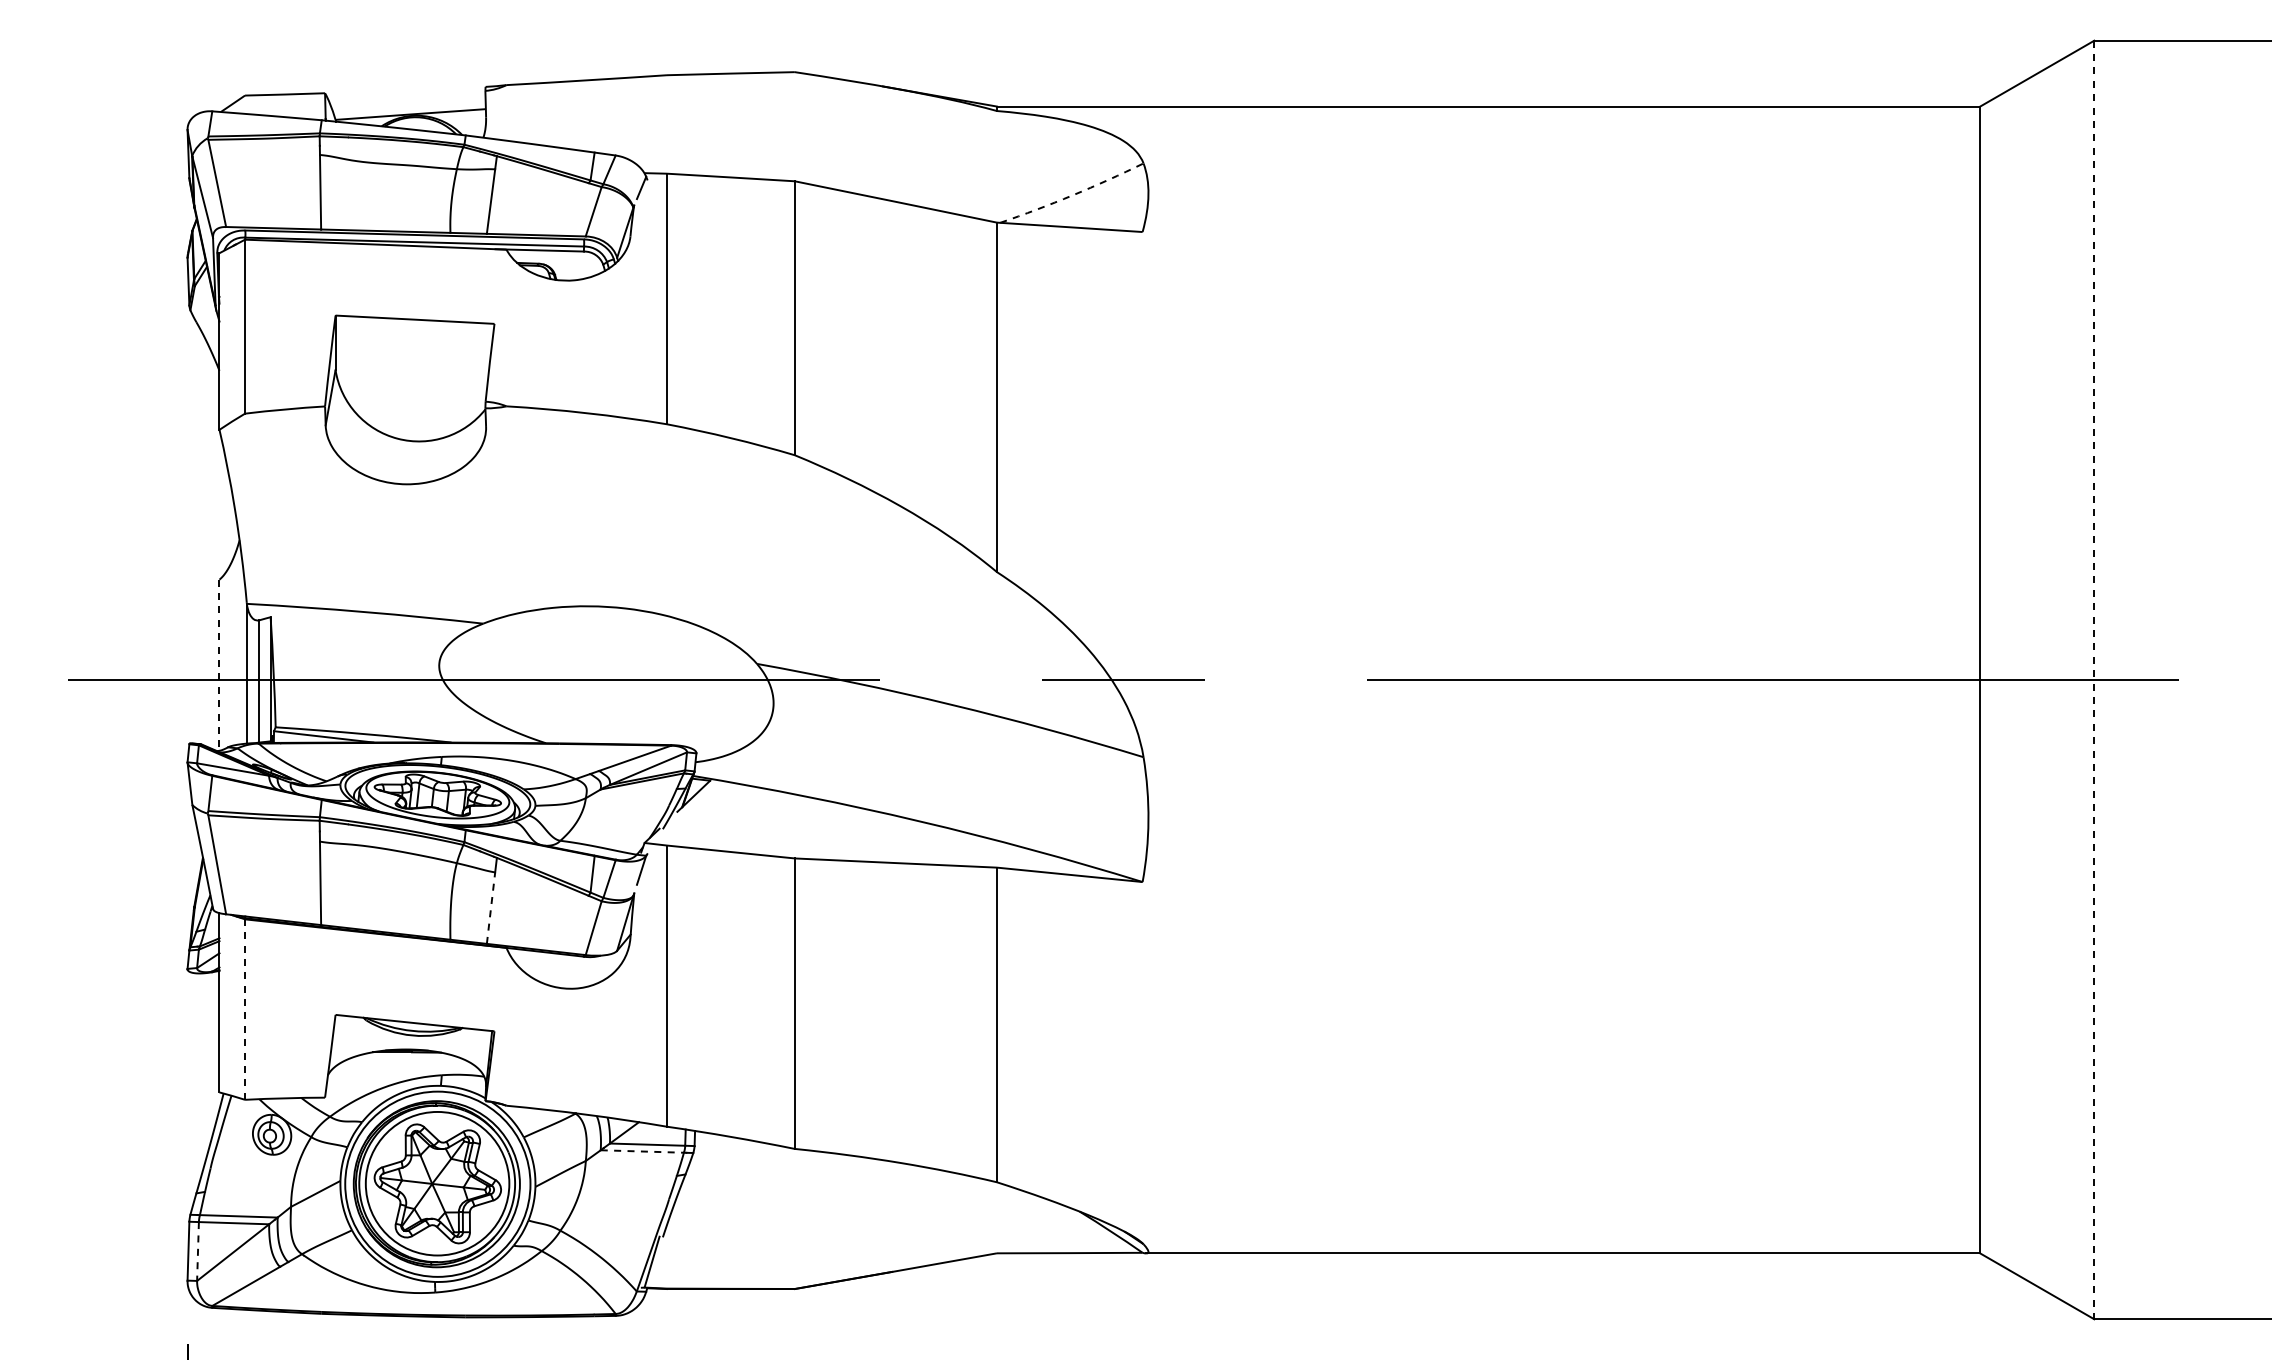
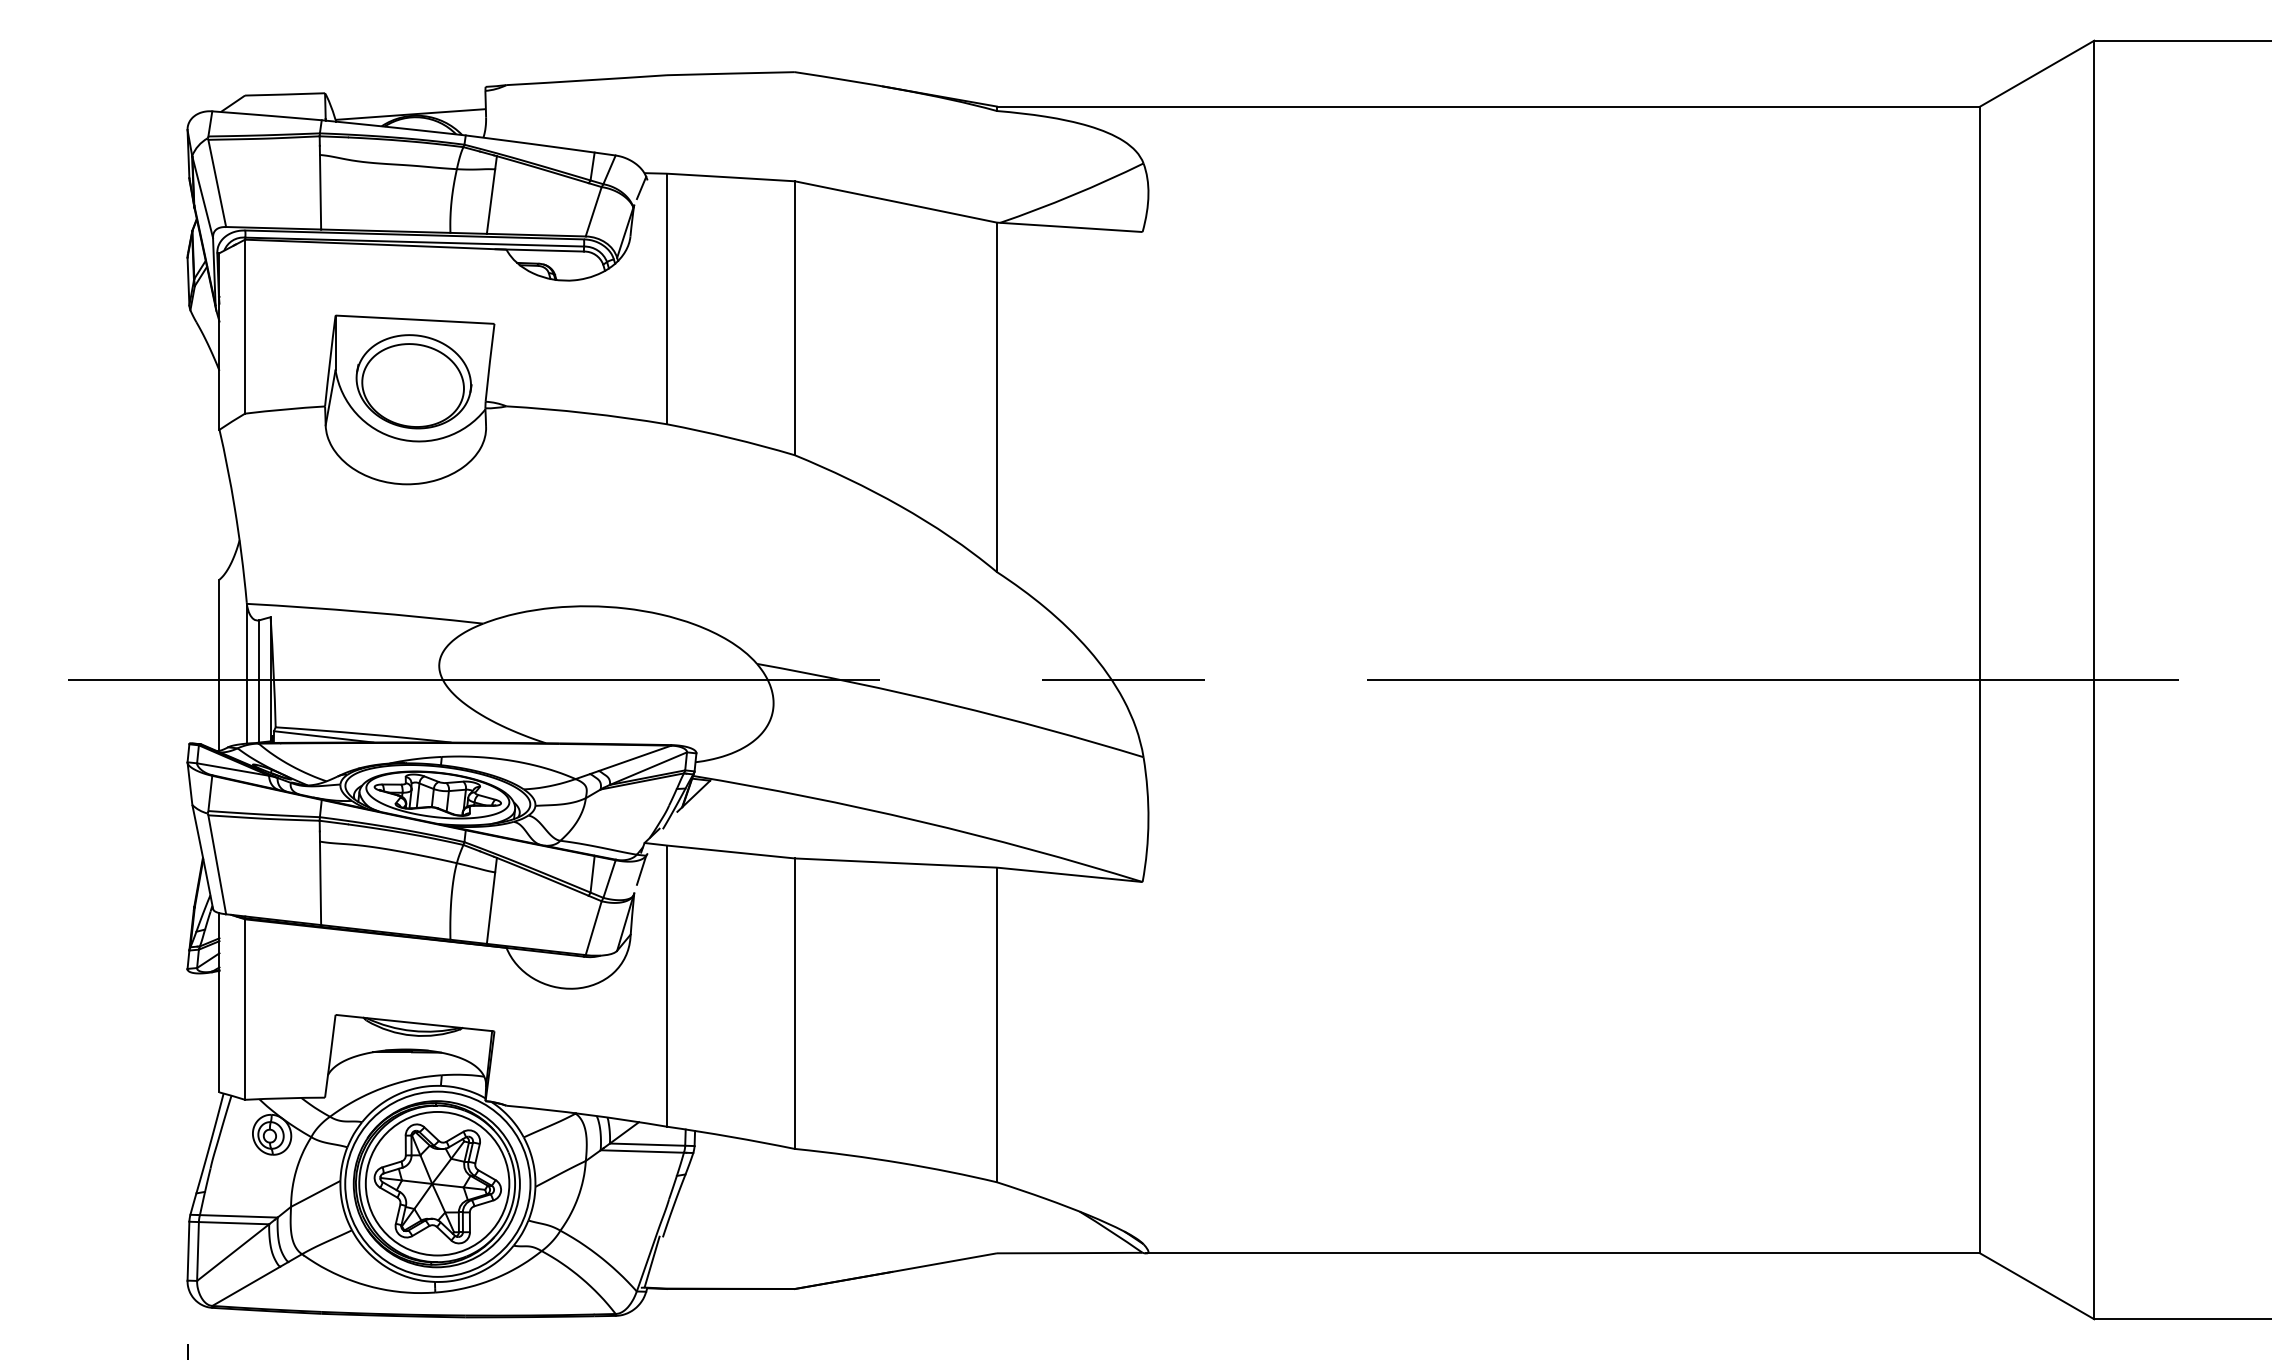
arc at (1072, 195): dashed -> solid
part at (413, 381): none -> present
line at (219, 665): dashed -> solid
line at (2094, 680): dashed -> solid
line at (491, 908): dashed -> solid
line at (245, 1009): dashed -> solid
line at (642, 1151): dashed -> solid
line at (198, 1252): dashed -> solid
